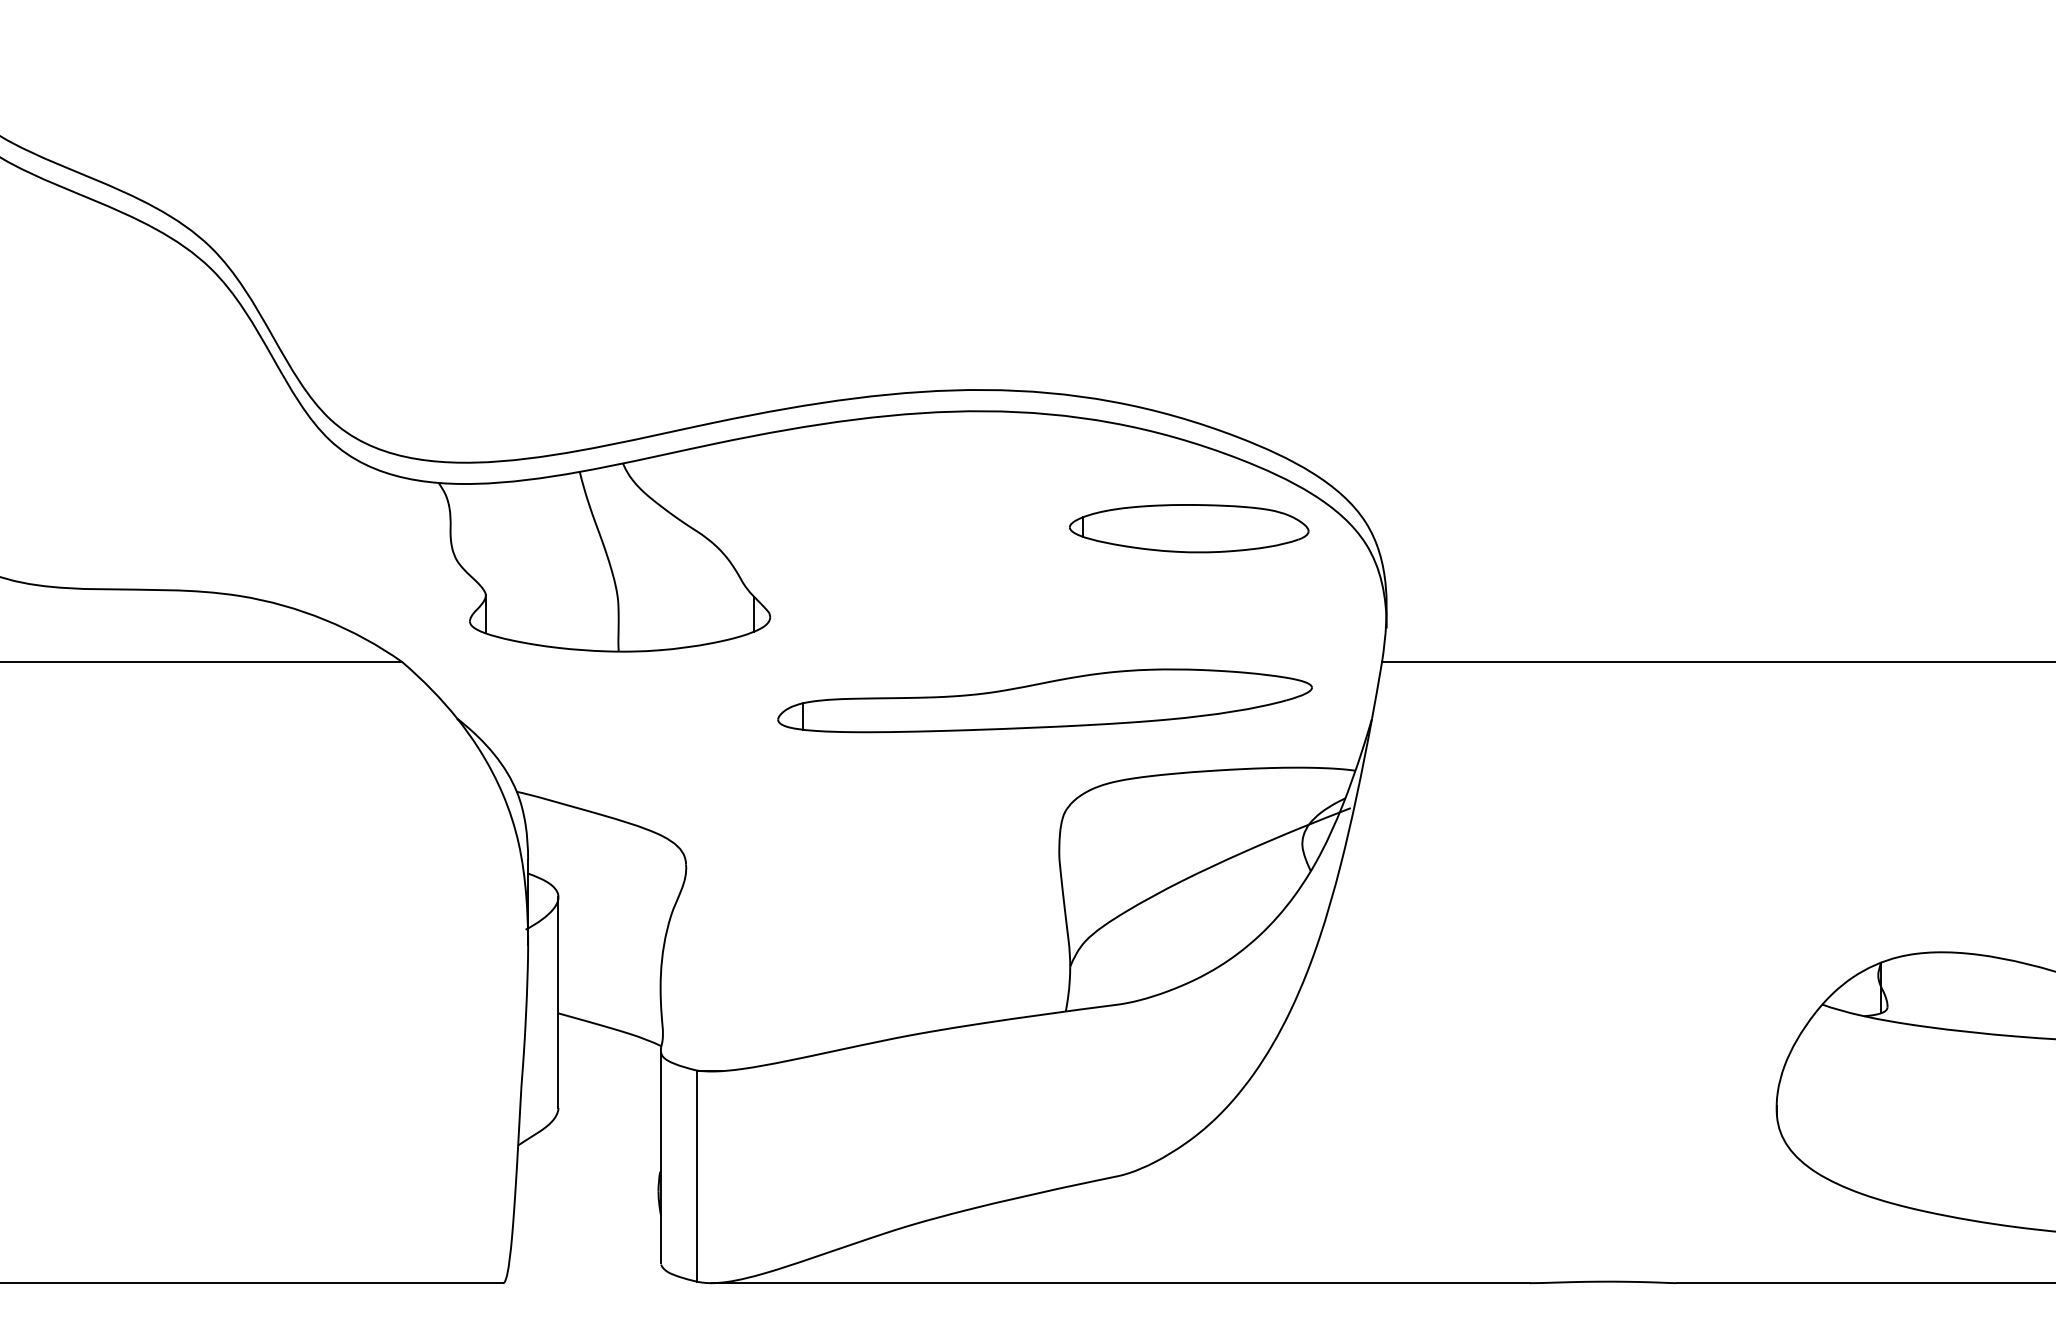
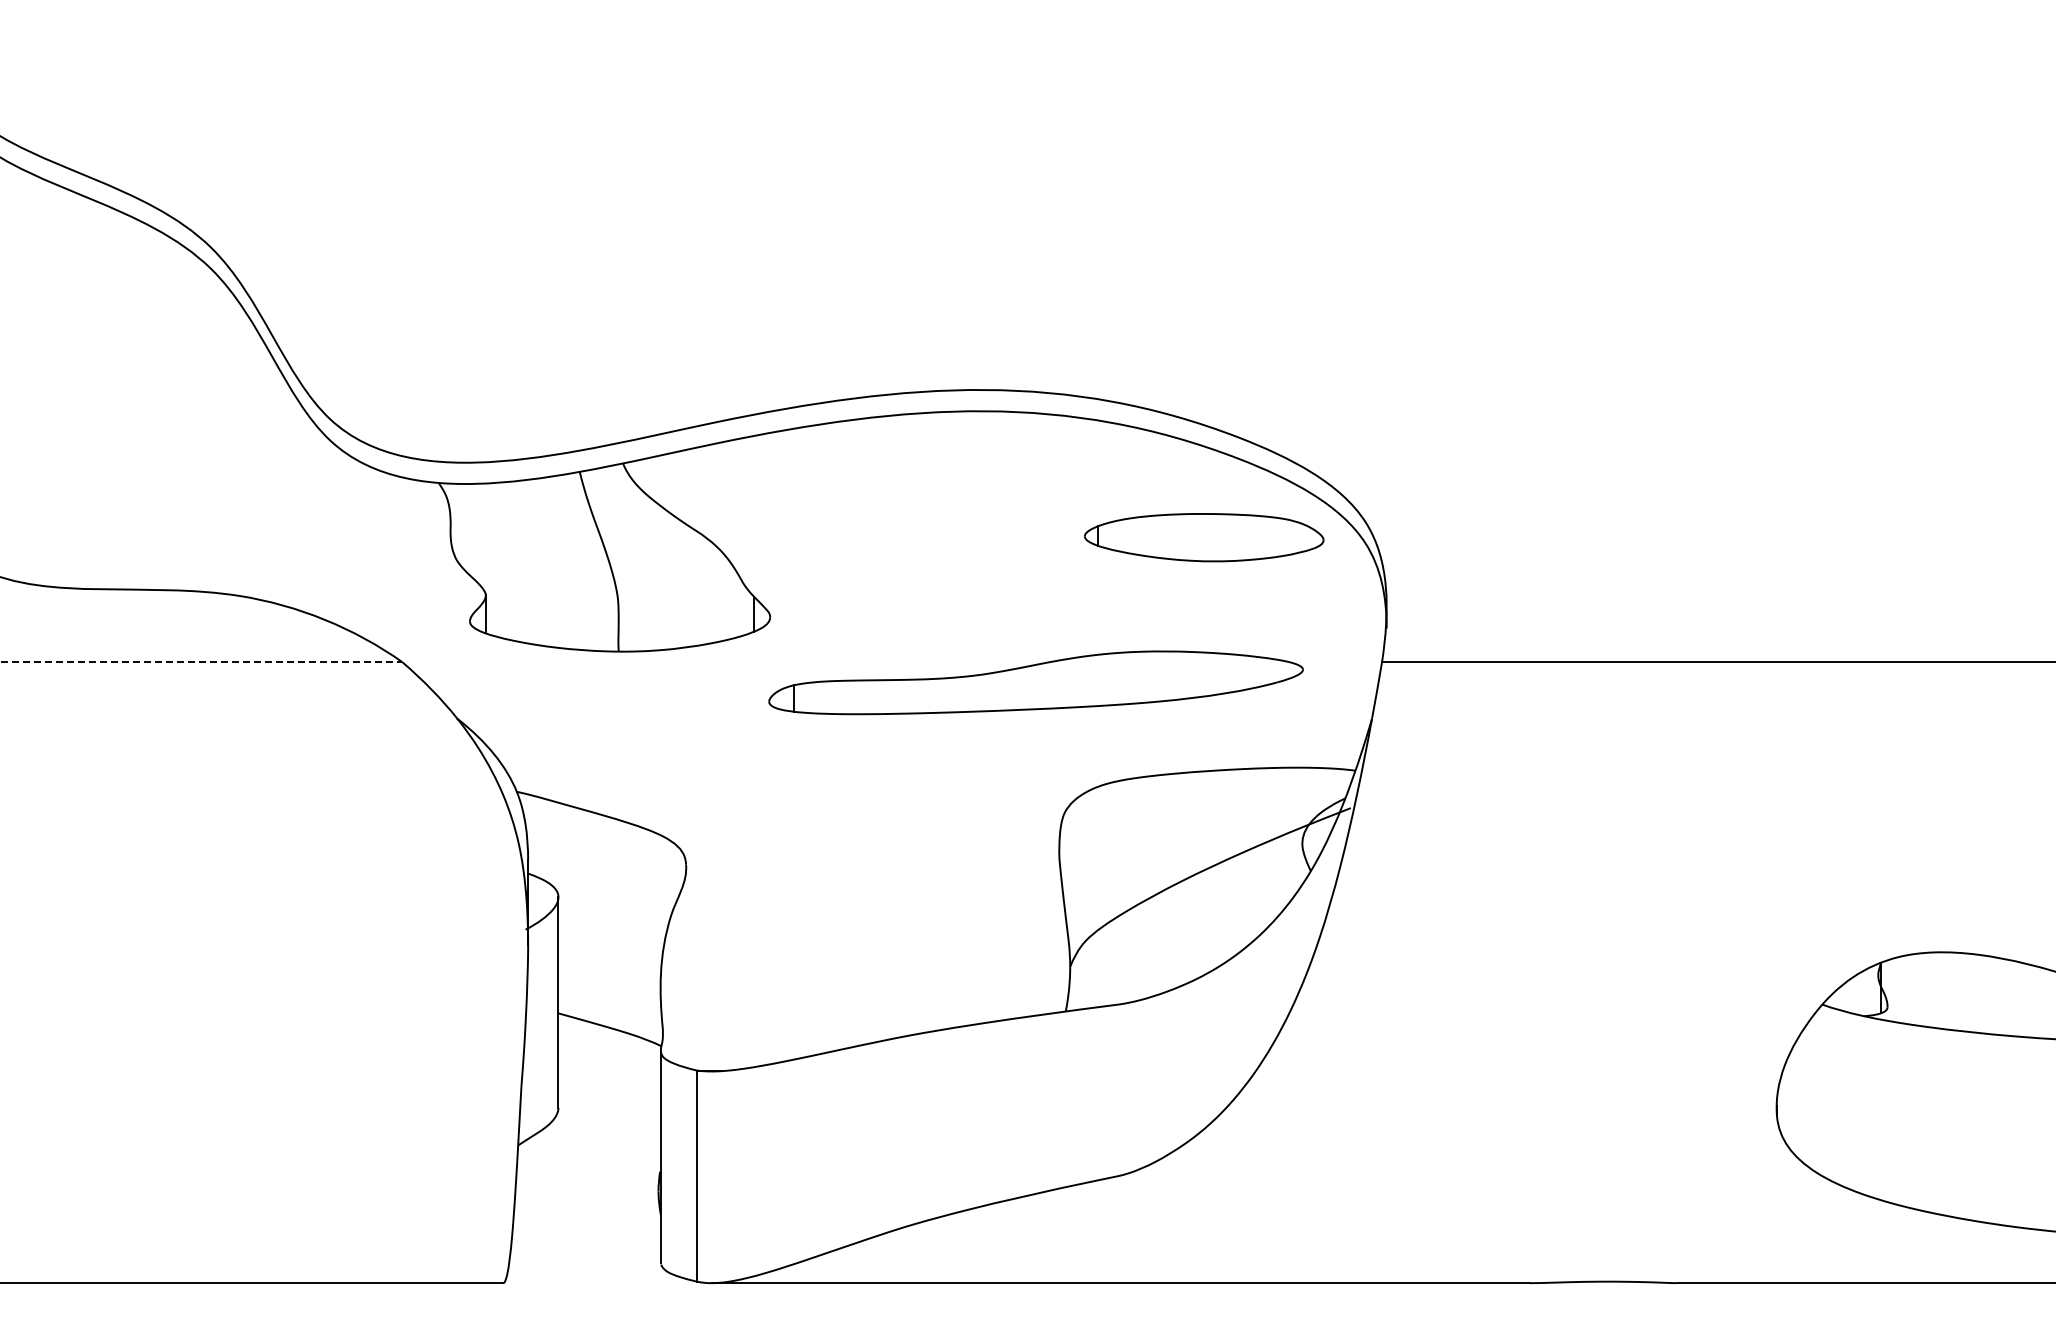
part at (1189, 528) position: (1189, 528) -> (1204, 537)
line at (201, 662): solid -> dashed
part at (1044, 700) position: (1044, 700) -> (1035, 682)
